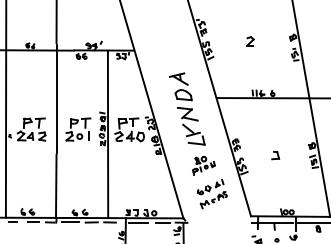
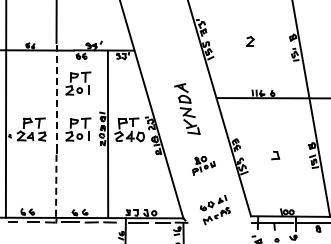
part at (78, 83): none -> present
line at (56, 97): solid -> dashed
part at (187, 108) size: 37x74 px -> 27x52 px
line at (56, 186): solid -> dashed
part at (212, 194) position: (212, 194) -> (215, 210)
